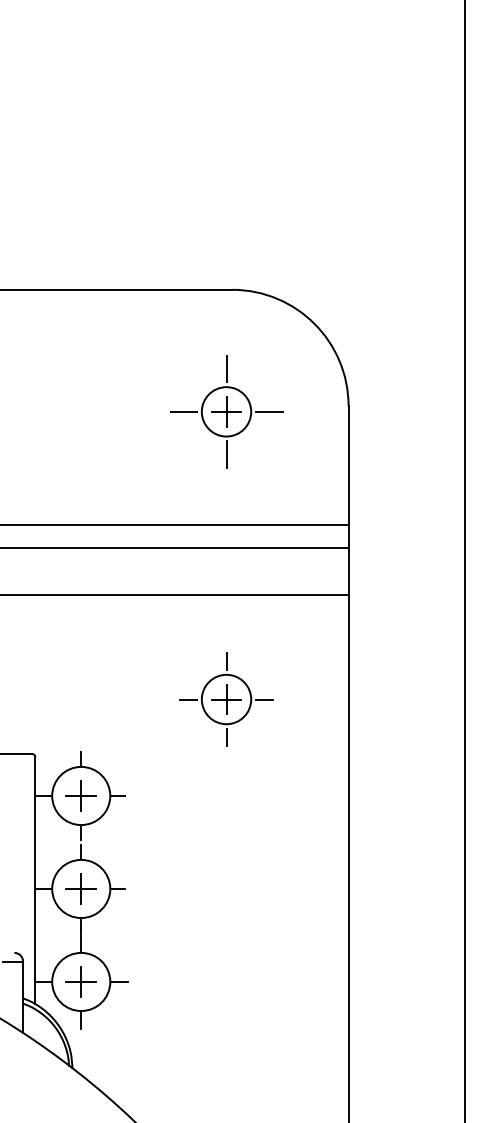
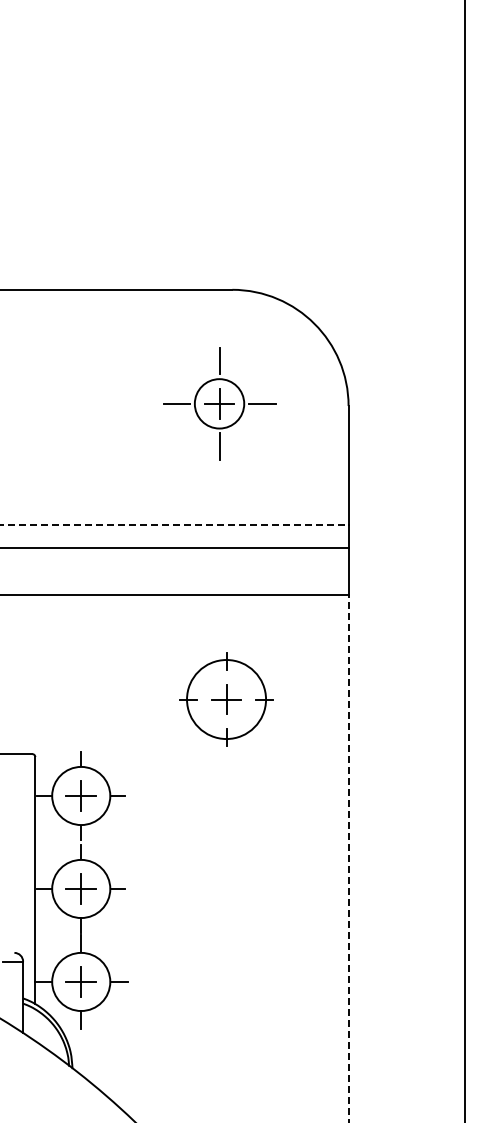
part at (226, 411) position: (226, 411) -> (219, 403)
line at (174, 525): solid -> dashed
circle at (226, 699) diameter: 49 px -> 79 px
line at (348, 858): solid -> dashed
